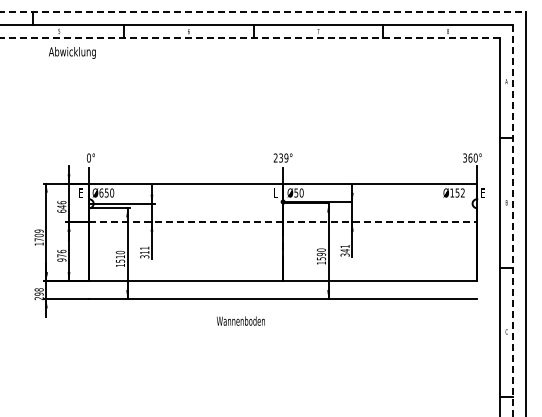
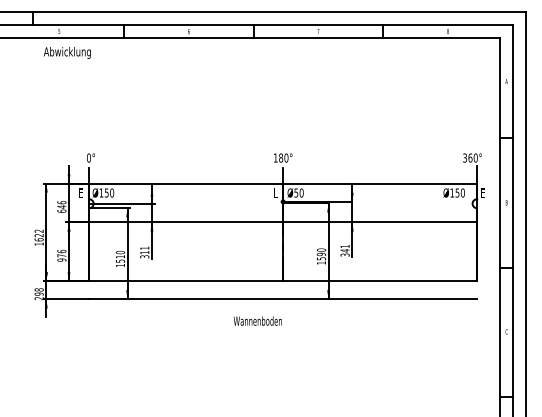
line at (263, 12): dashed -> solid
line at (249, 38): dashed -> solid
text at (72, 52) position: (72, 52) -> (67, 52)
text at (280, 157): 239° -> 180°
text at (101, 192): Ø650 -> Ø150
text at (462, 192): Ø152 -> Ø150
line at (512, 221): dashed -> solid
line at (283, 222): dashed -> solid
text at (38, 235): 1709 -> 1622
text at (240, 320) position: (240, 320) -> (257, 320)
